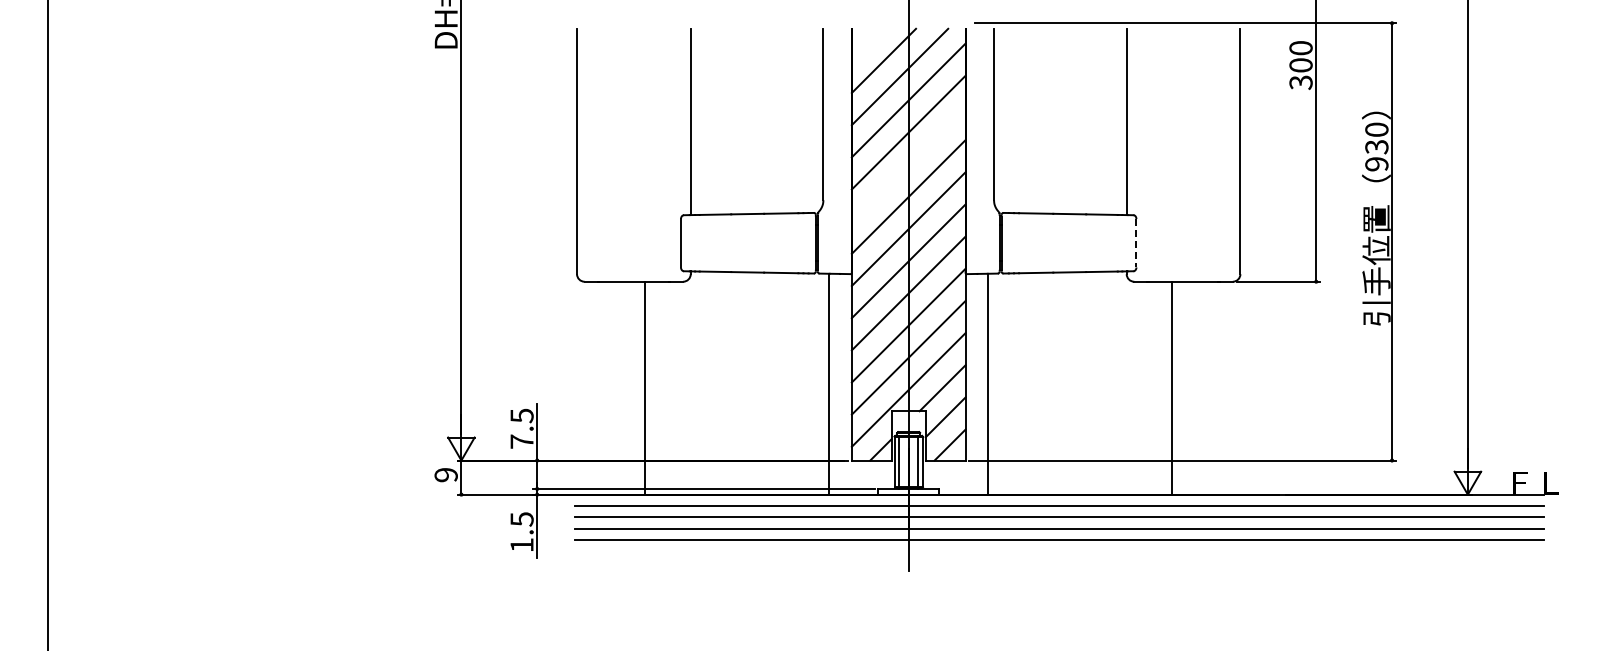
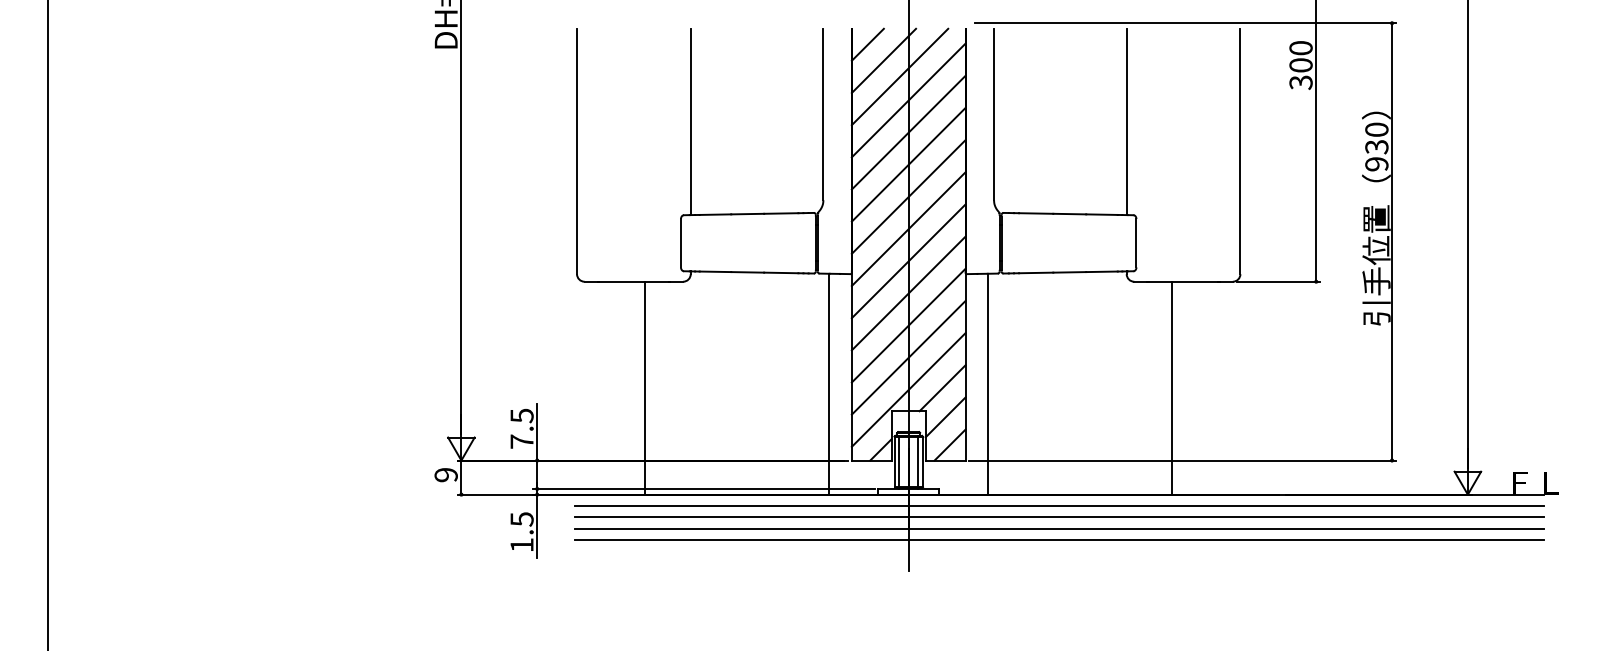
line at (867, 44): none -> present
line at (908, 164): none -> present
line at (1136, 243): dashed -> solid
